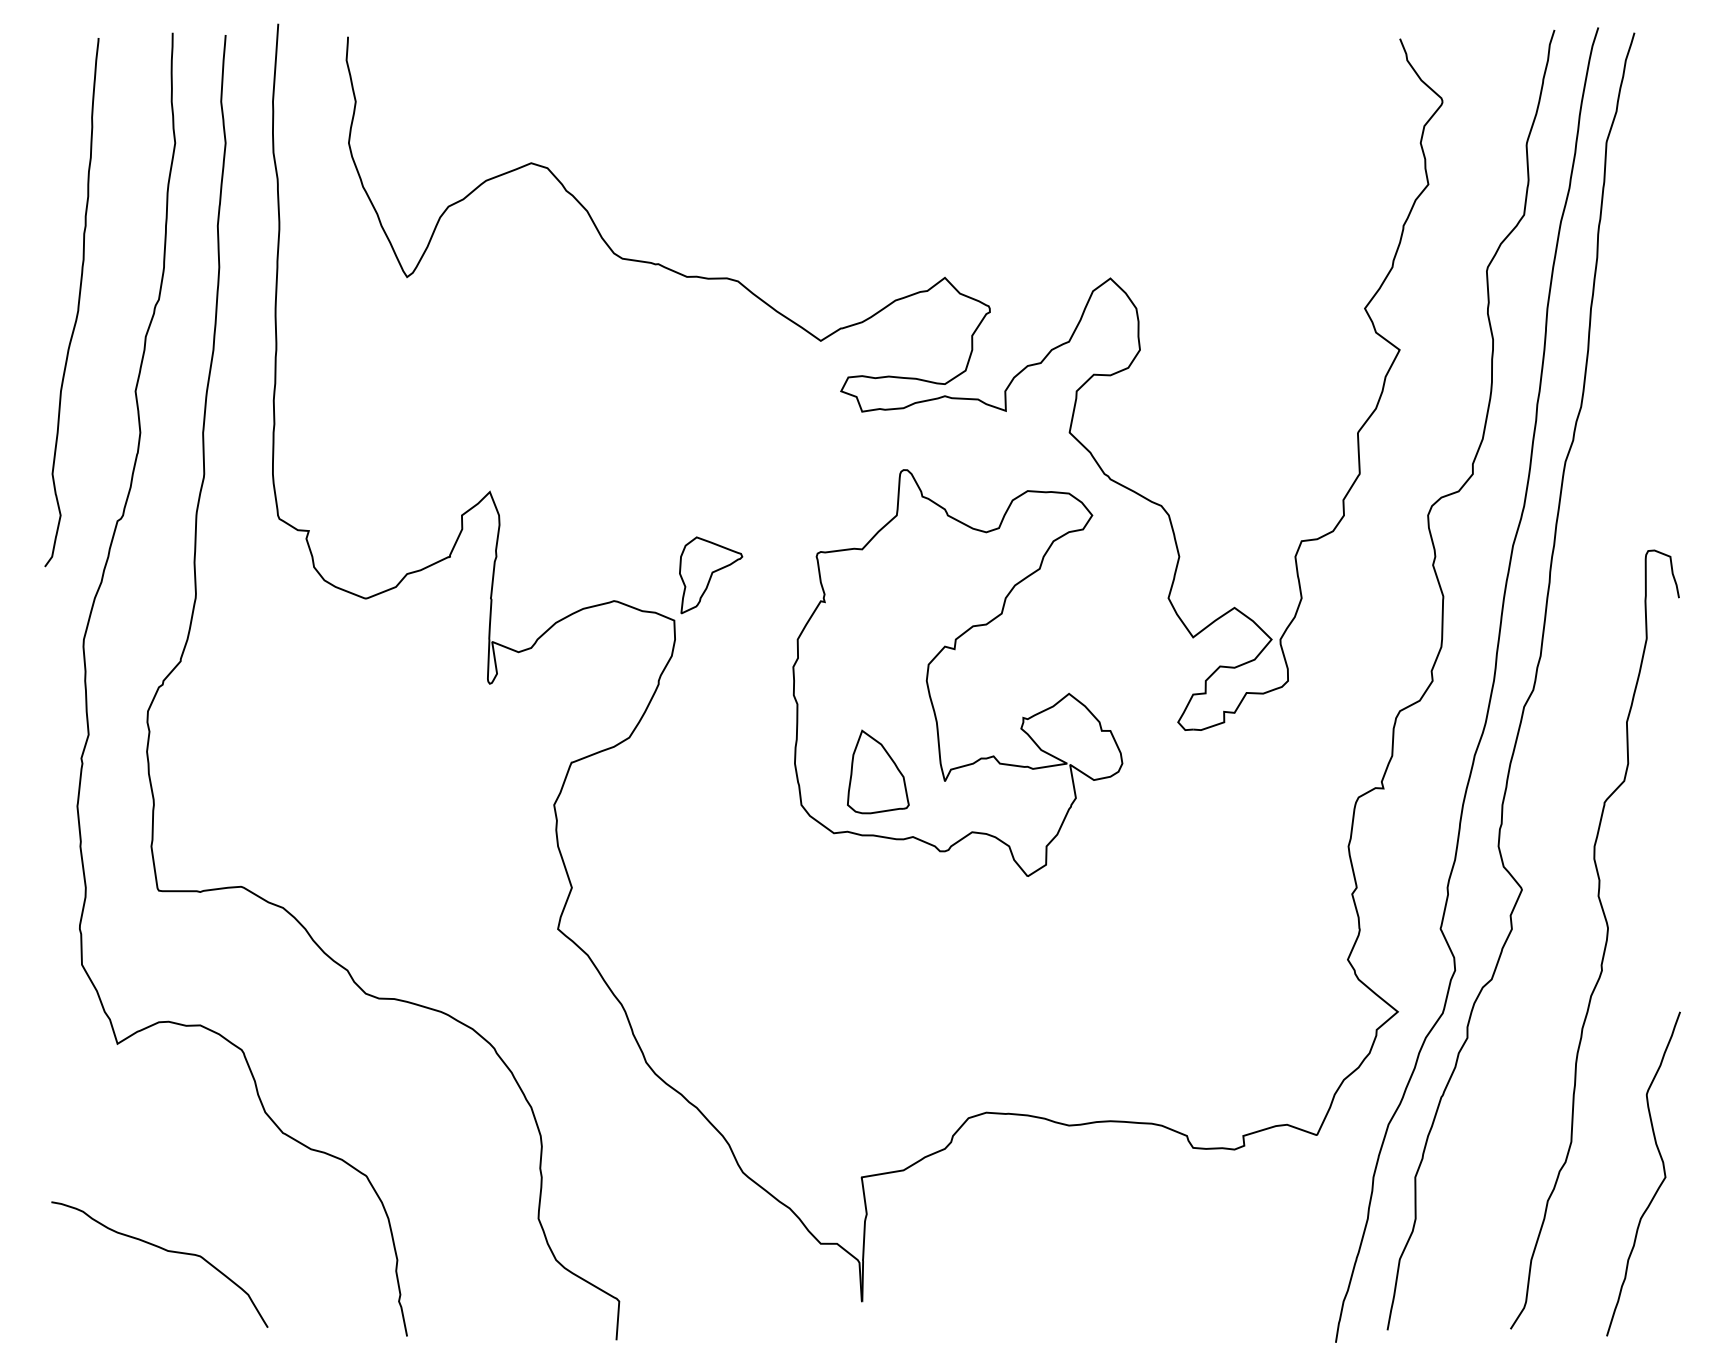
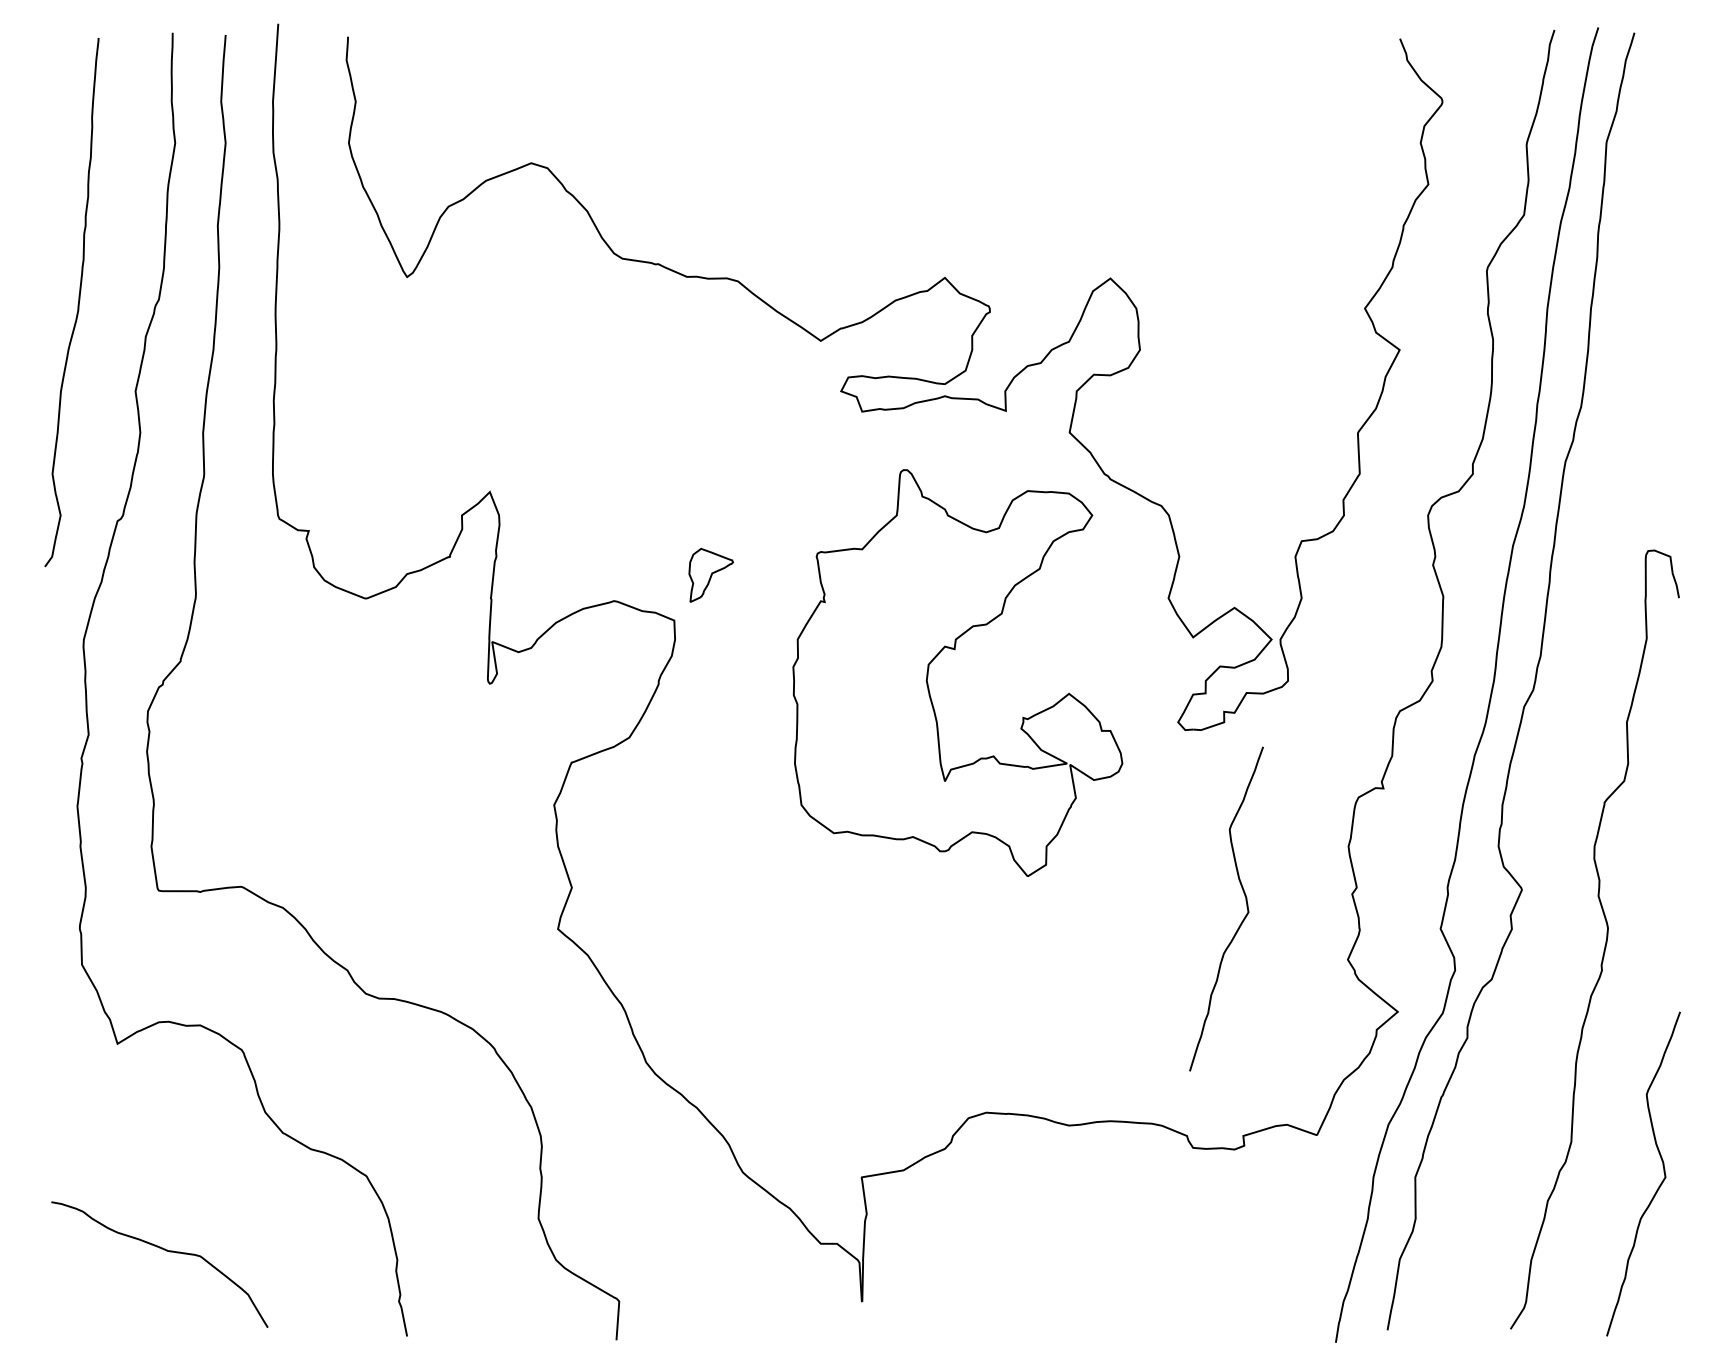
part at (711, 575) size: 65x79 px -> 46x55 px
part at (878, 771): present -> none
curve at (1244, 916): none -> present
